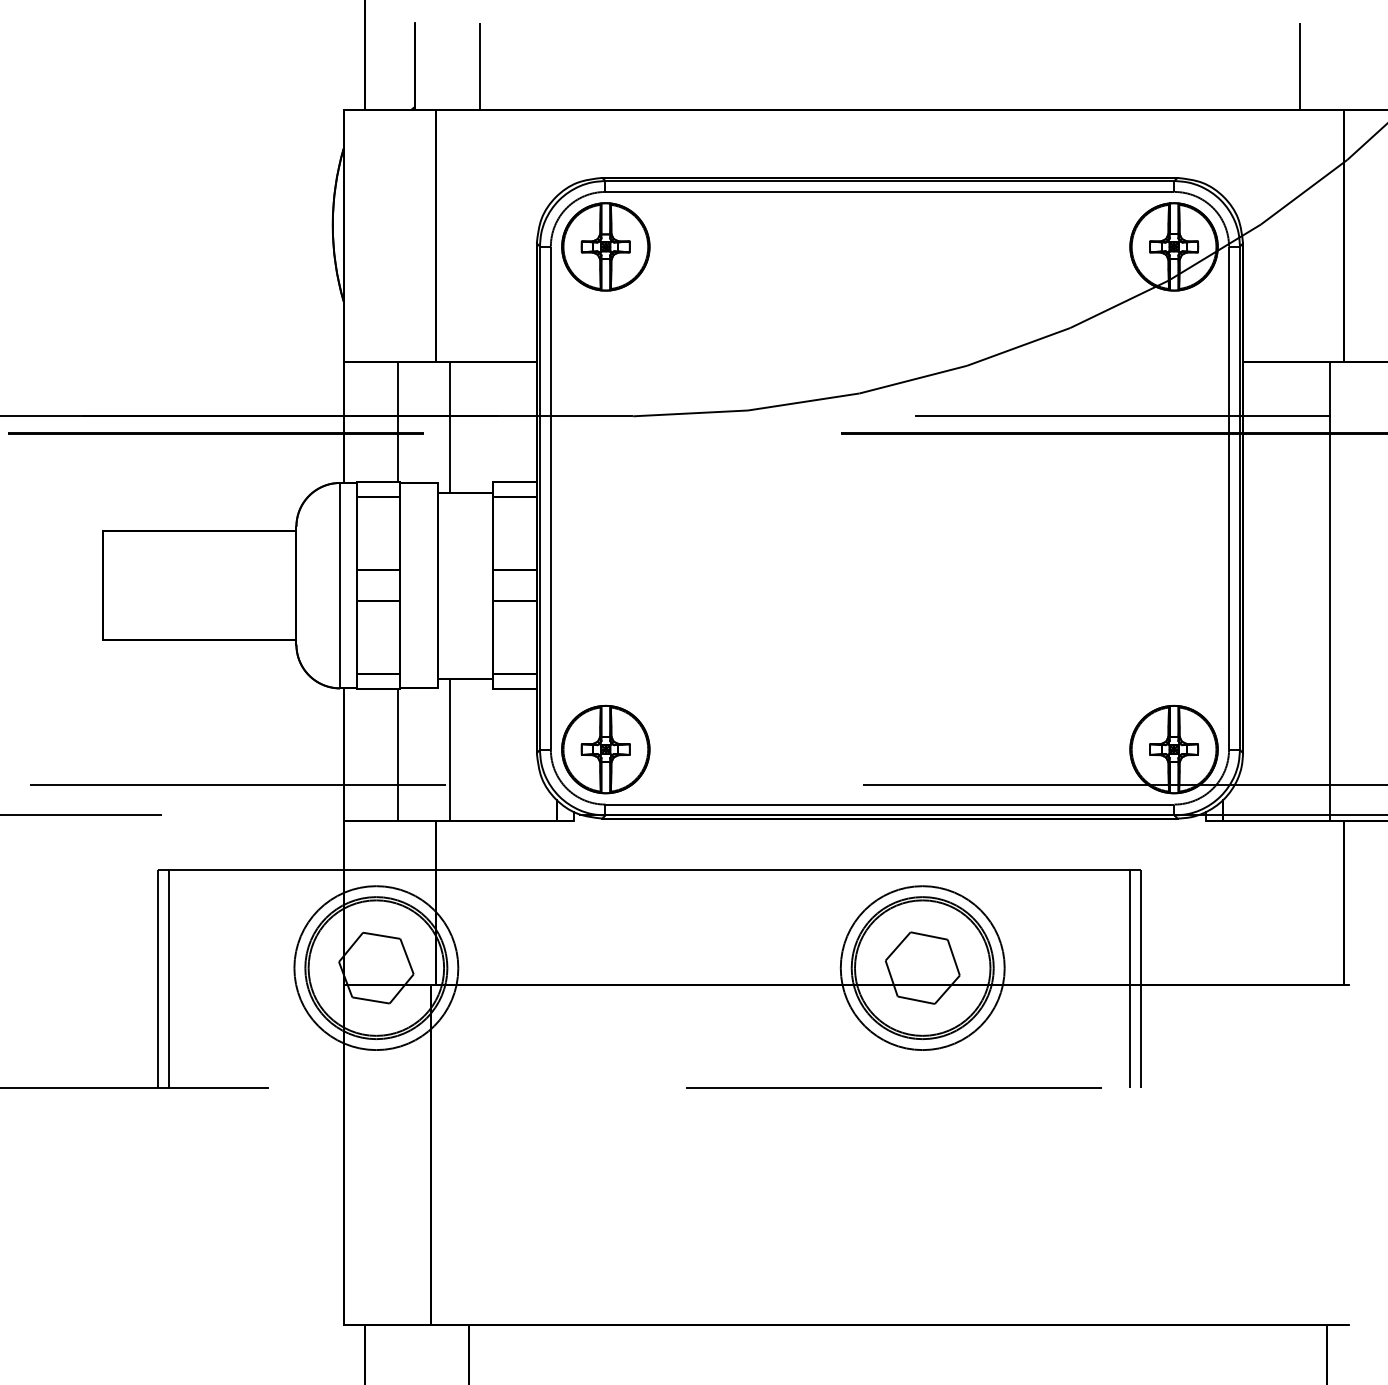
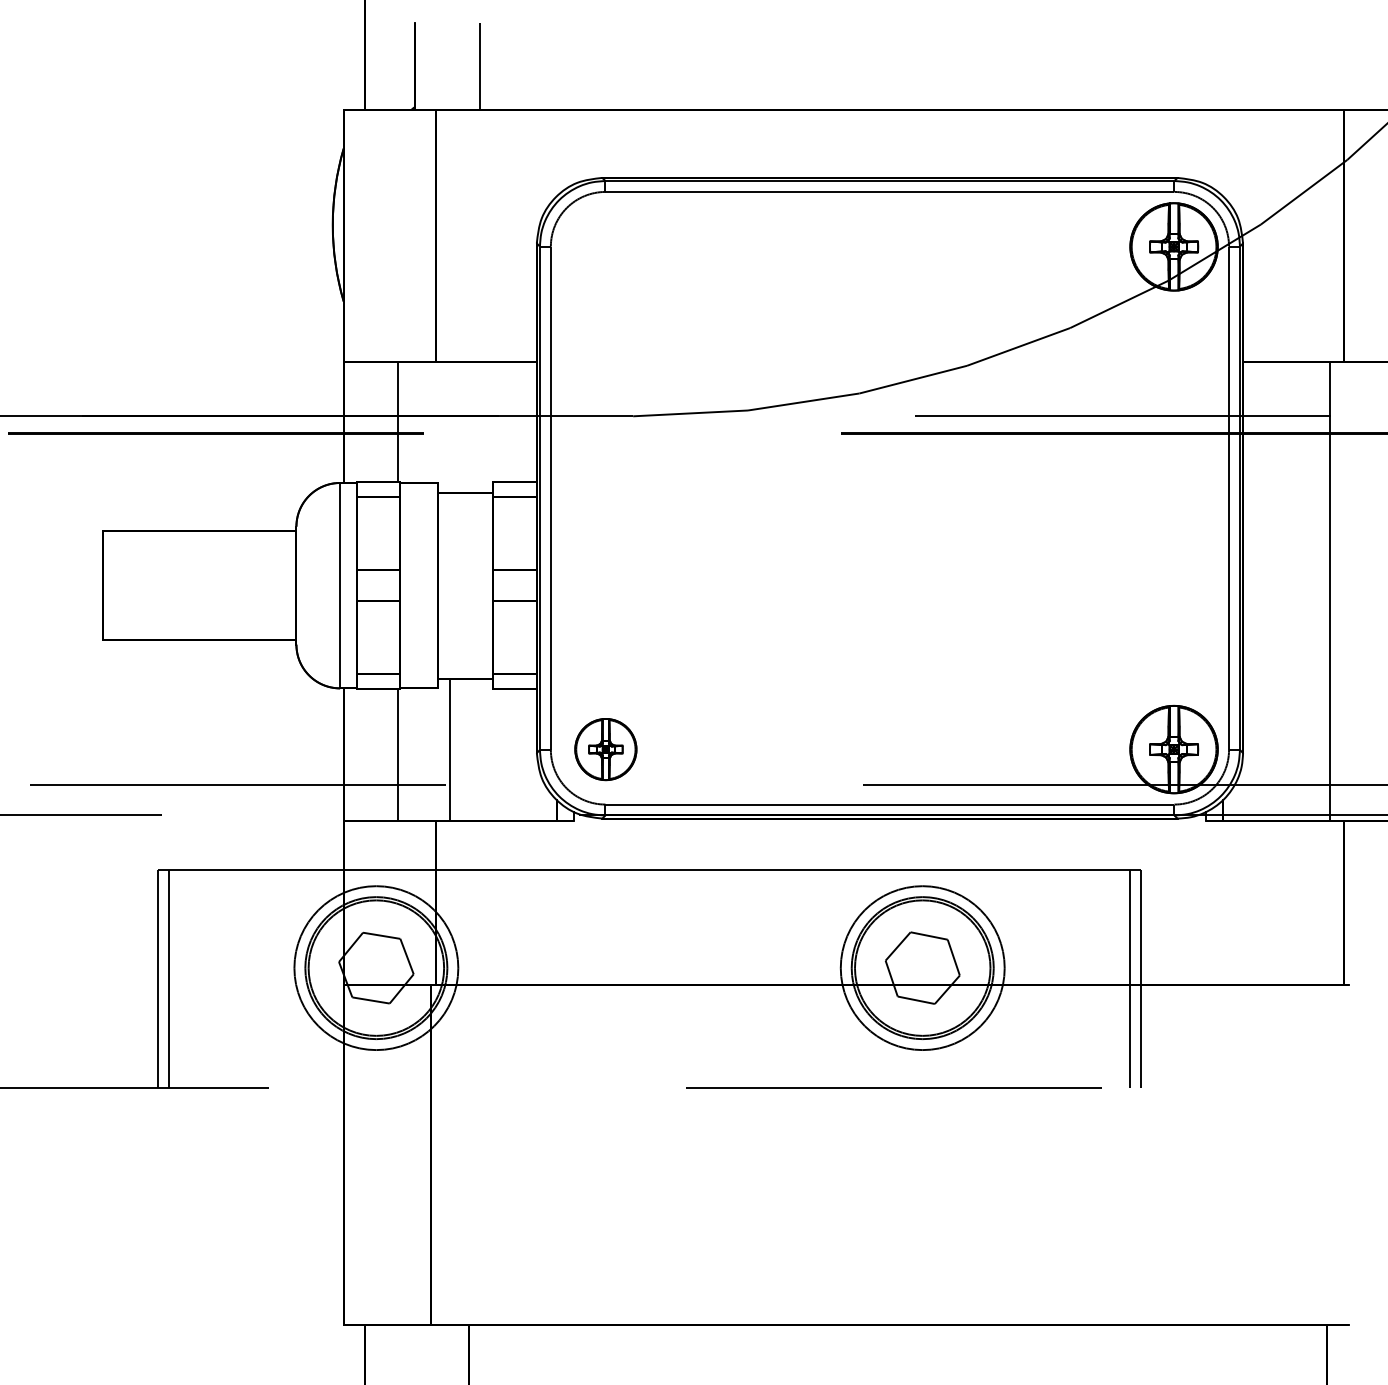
line at (1299, 66): present -> none
part at (605, 246): present -> none
line at (449, 426): present -> none
part at (605, 749) size: 90x91 px -> 64x64 px
